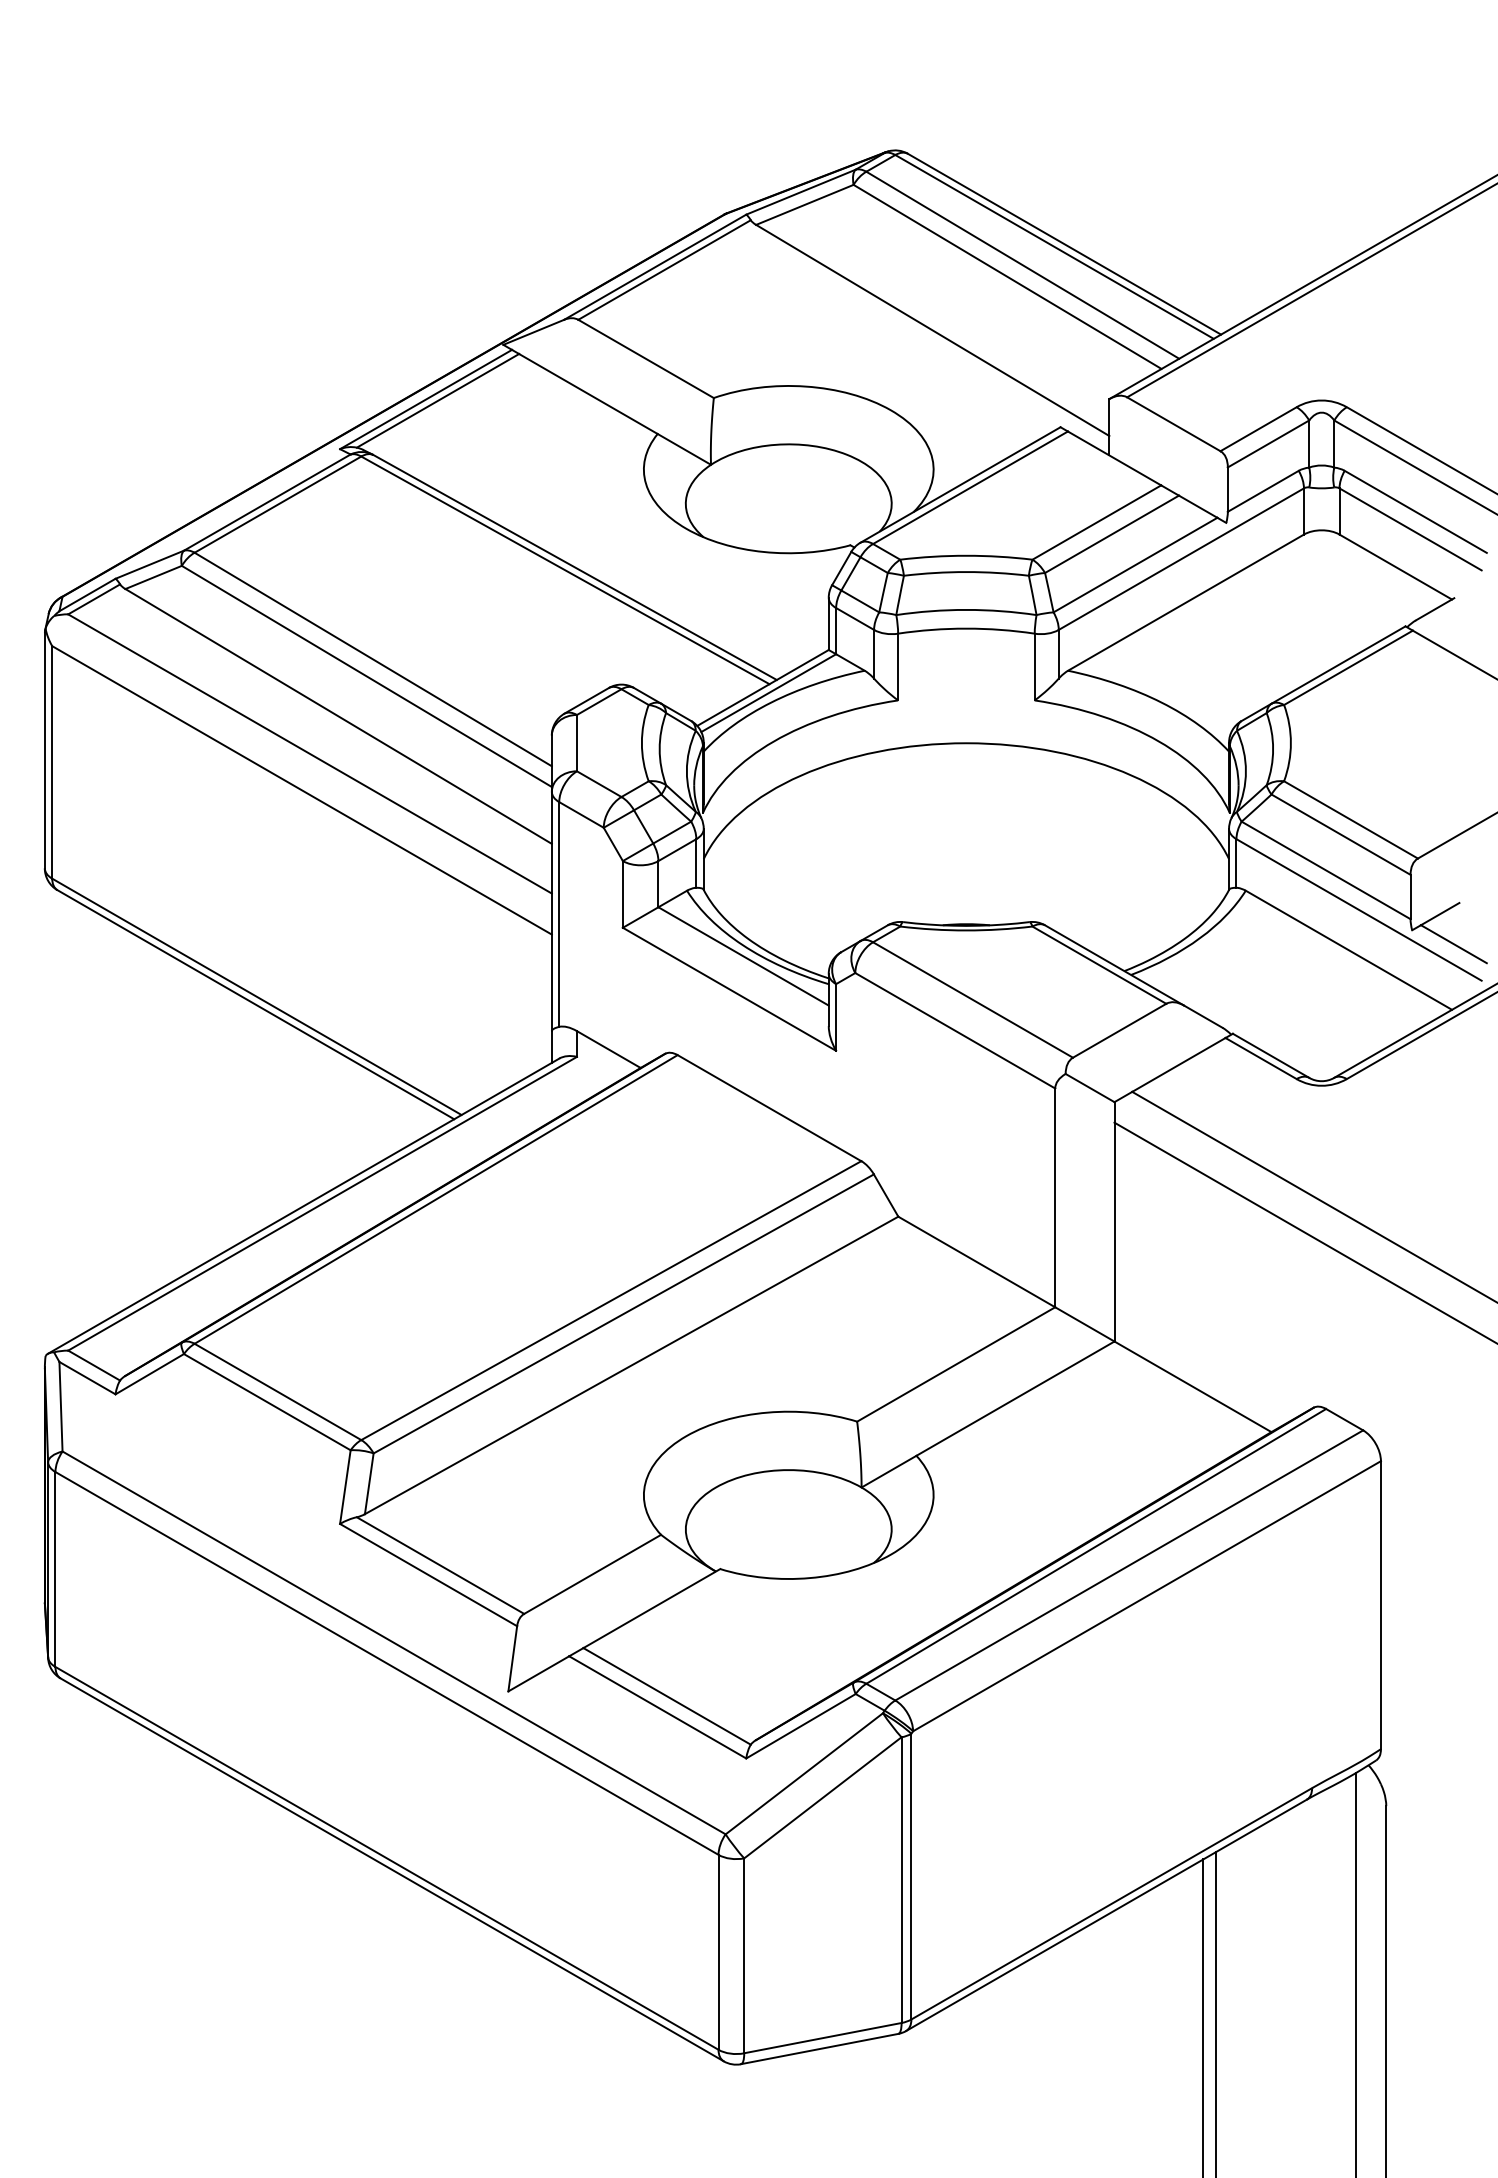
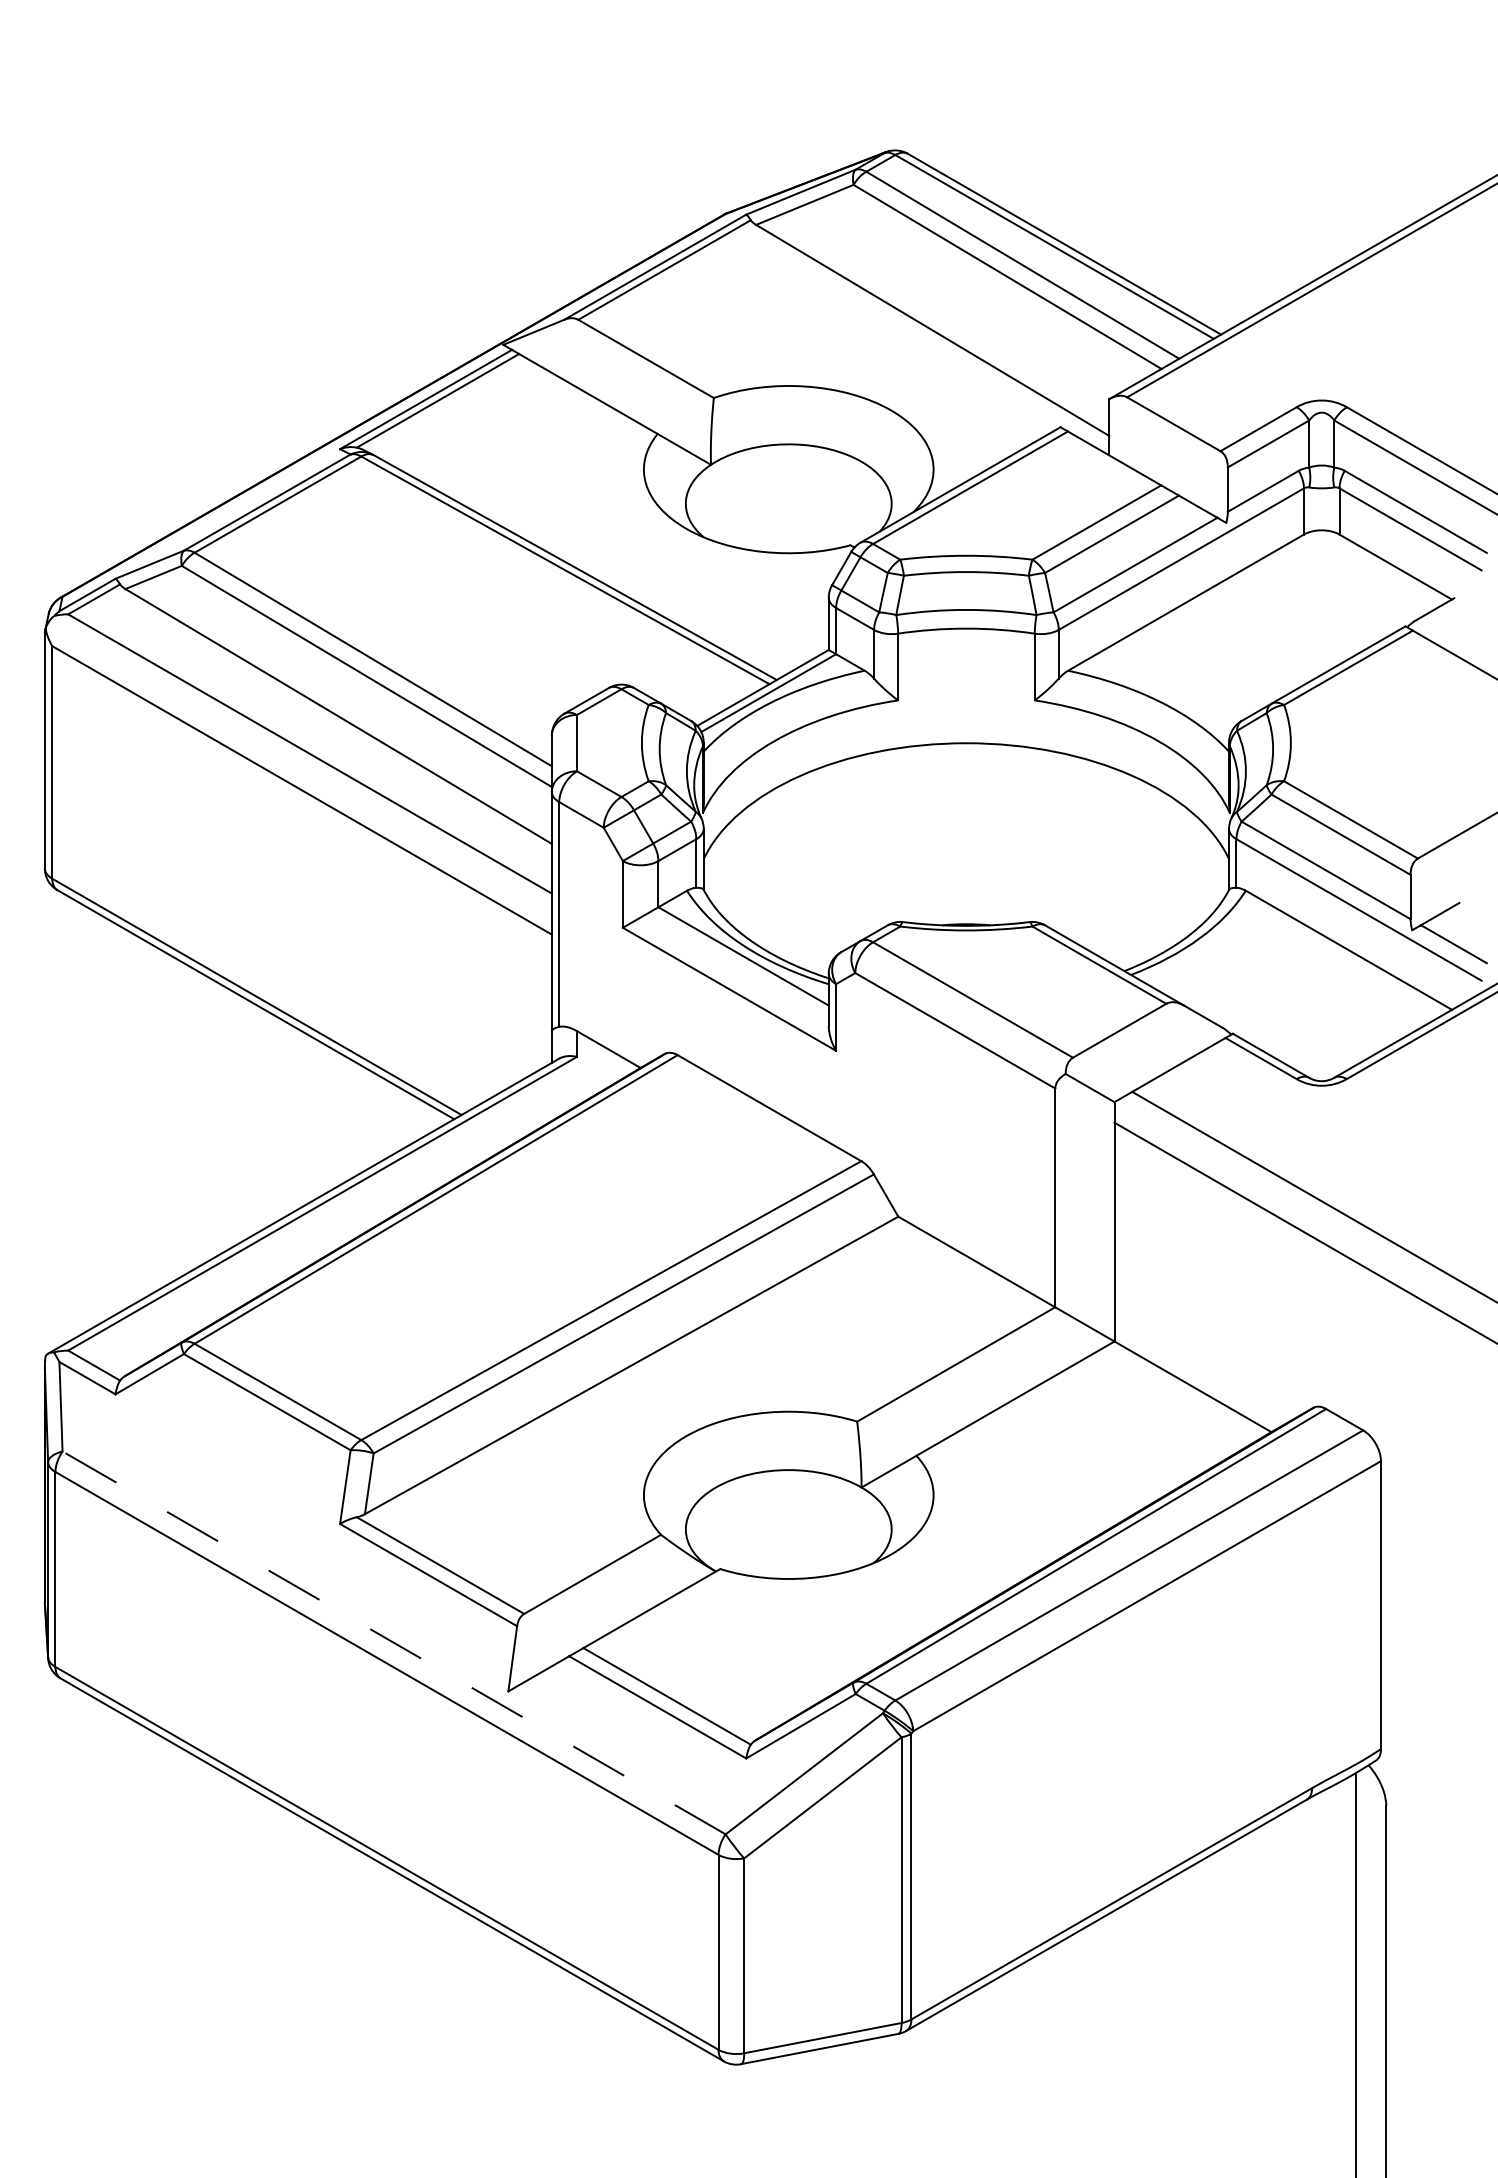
line at (394, 1642): solid -> dashed
line at (1215, 2013): present -> none
line at (1203, 2016): present -> none
